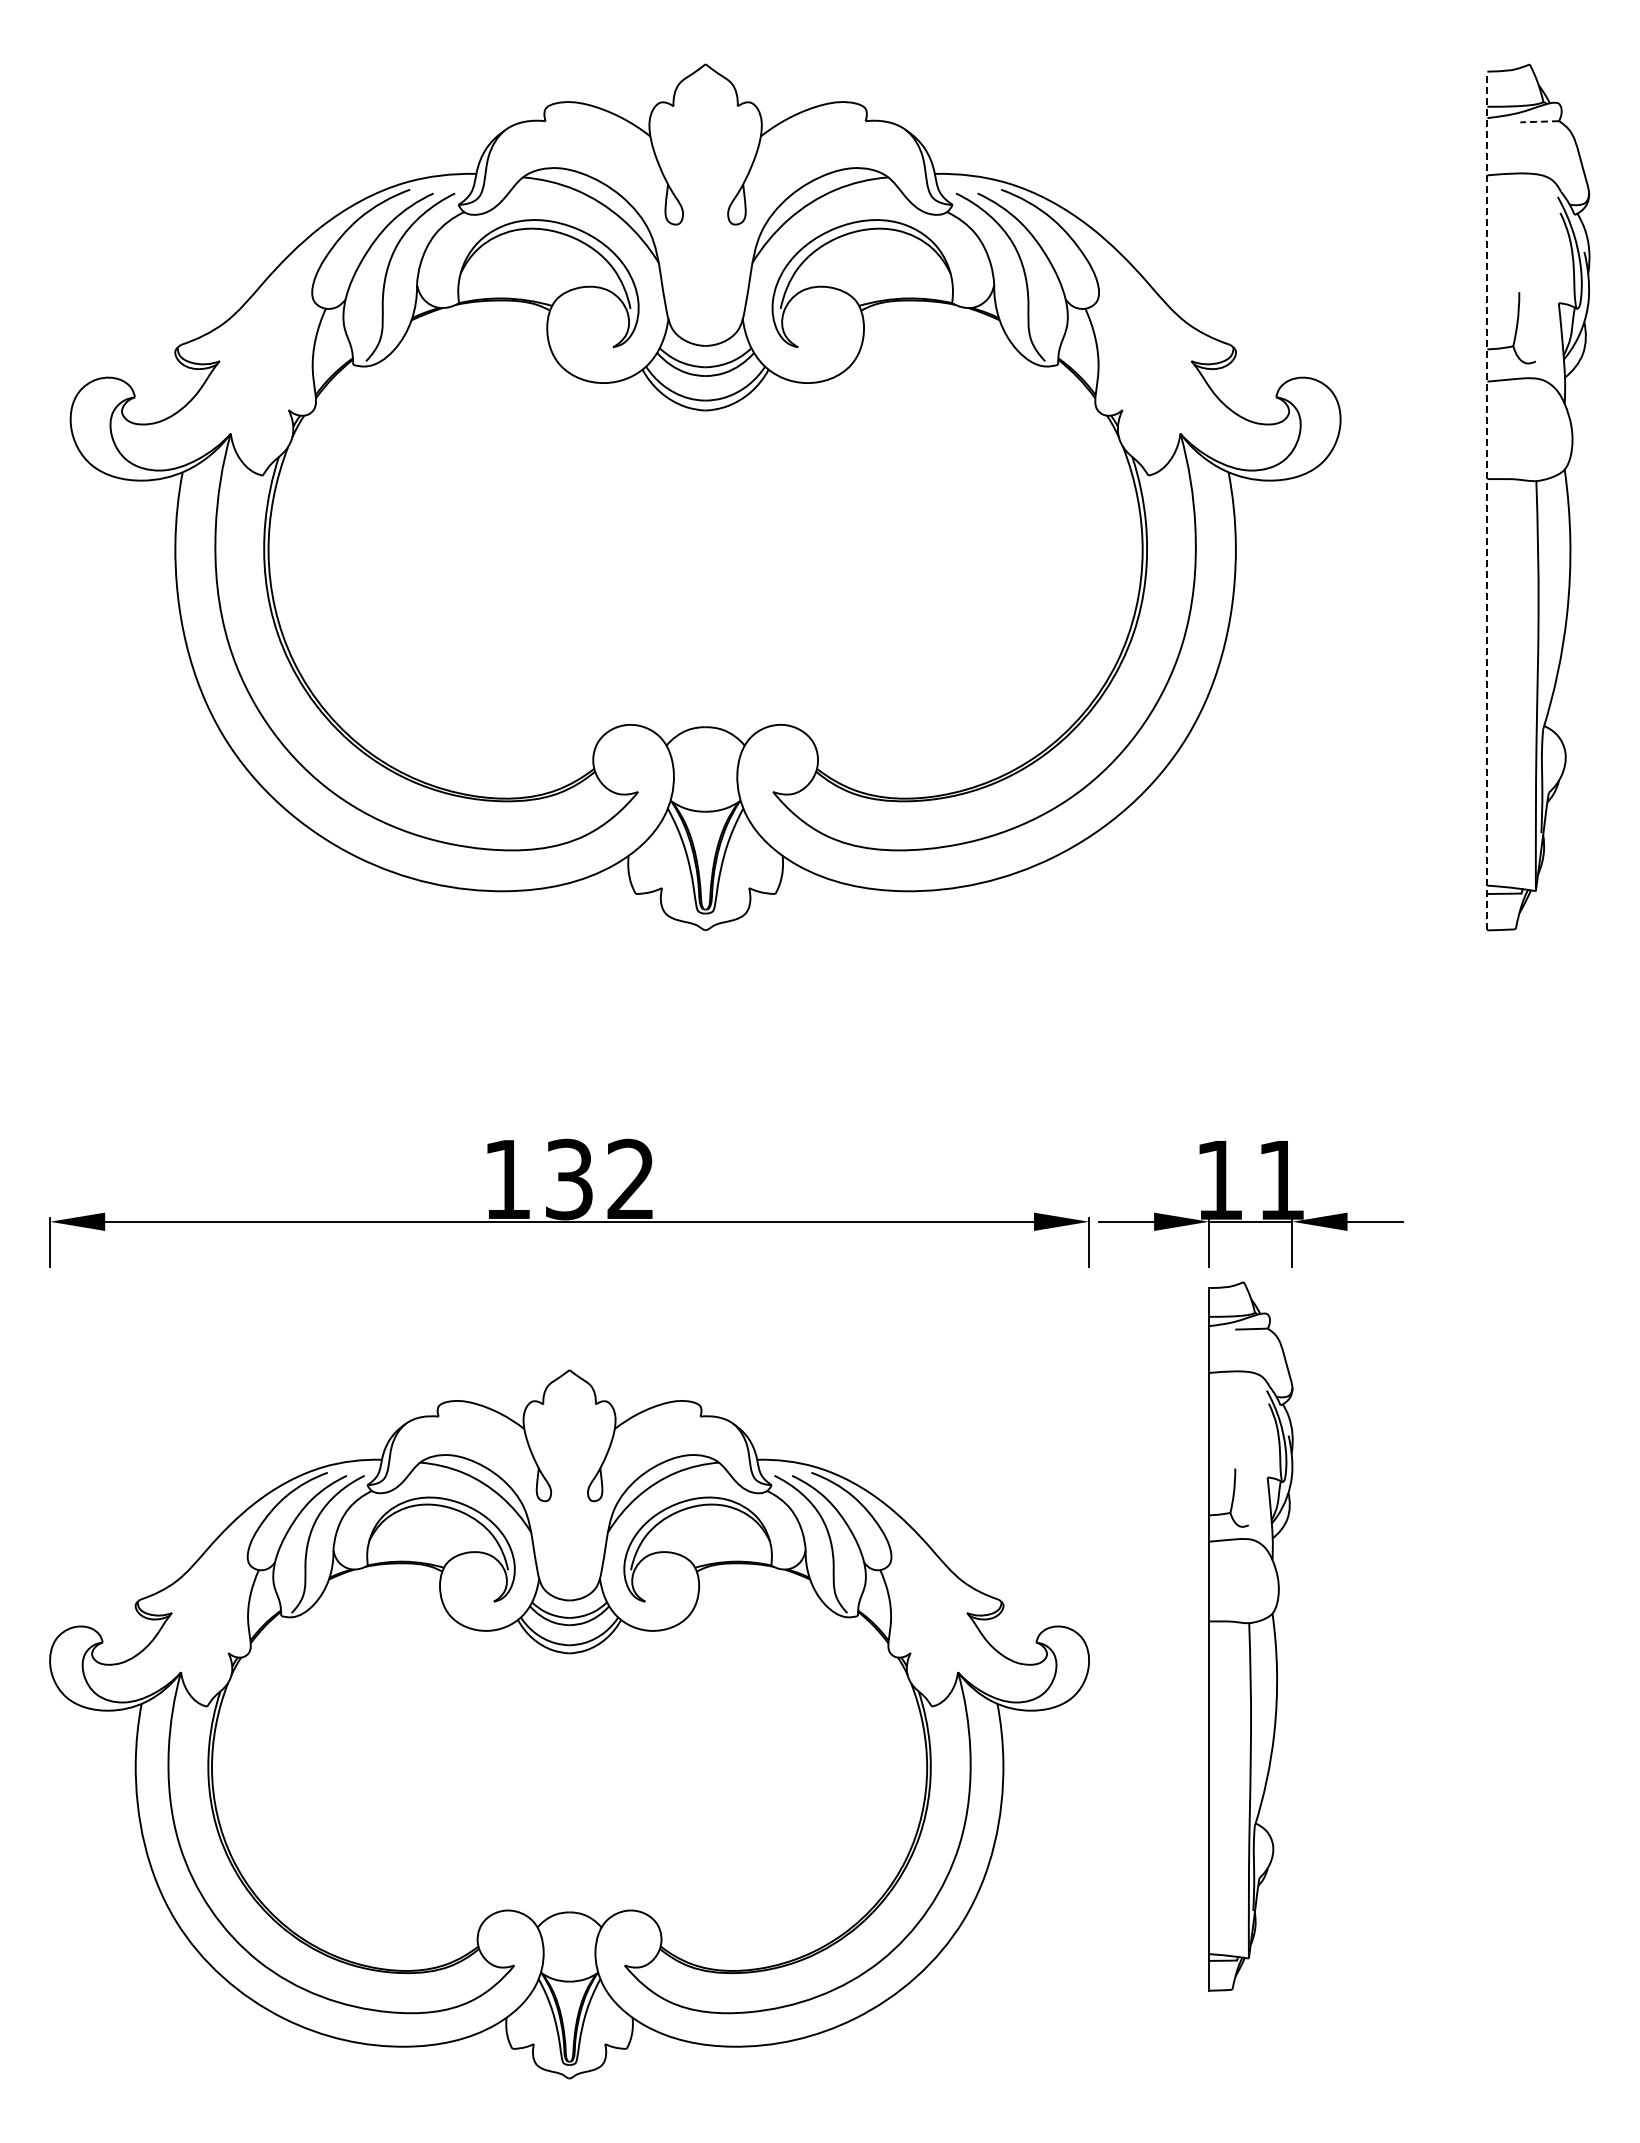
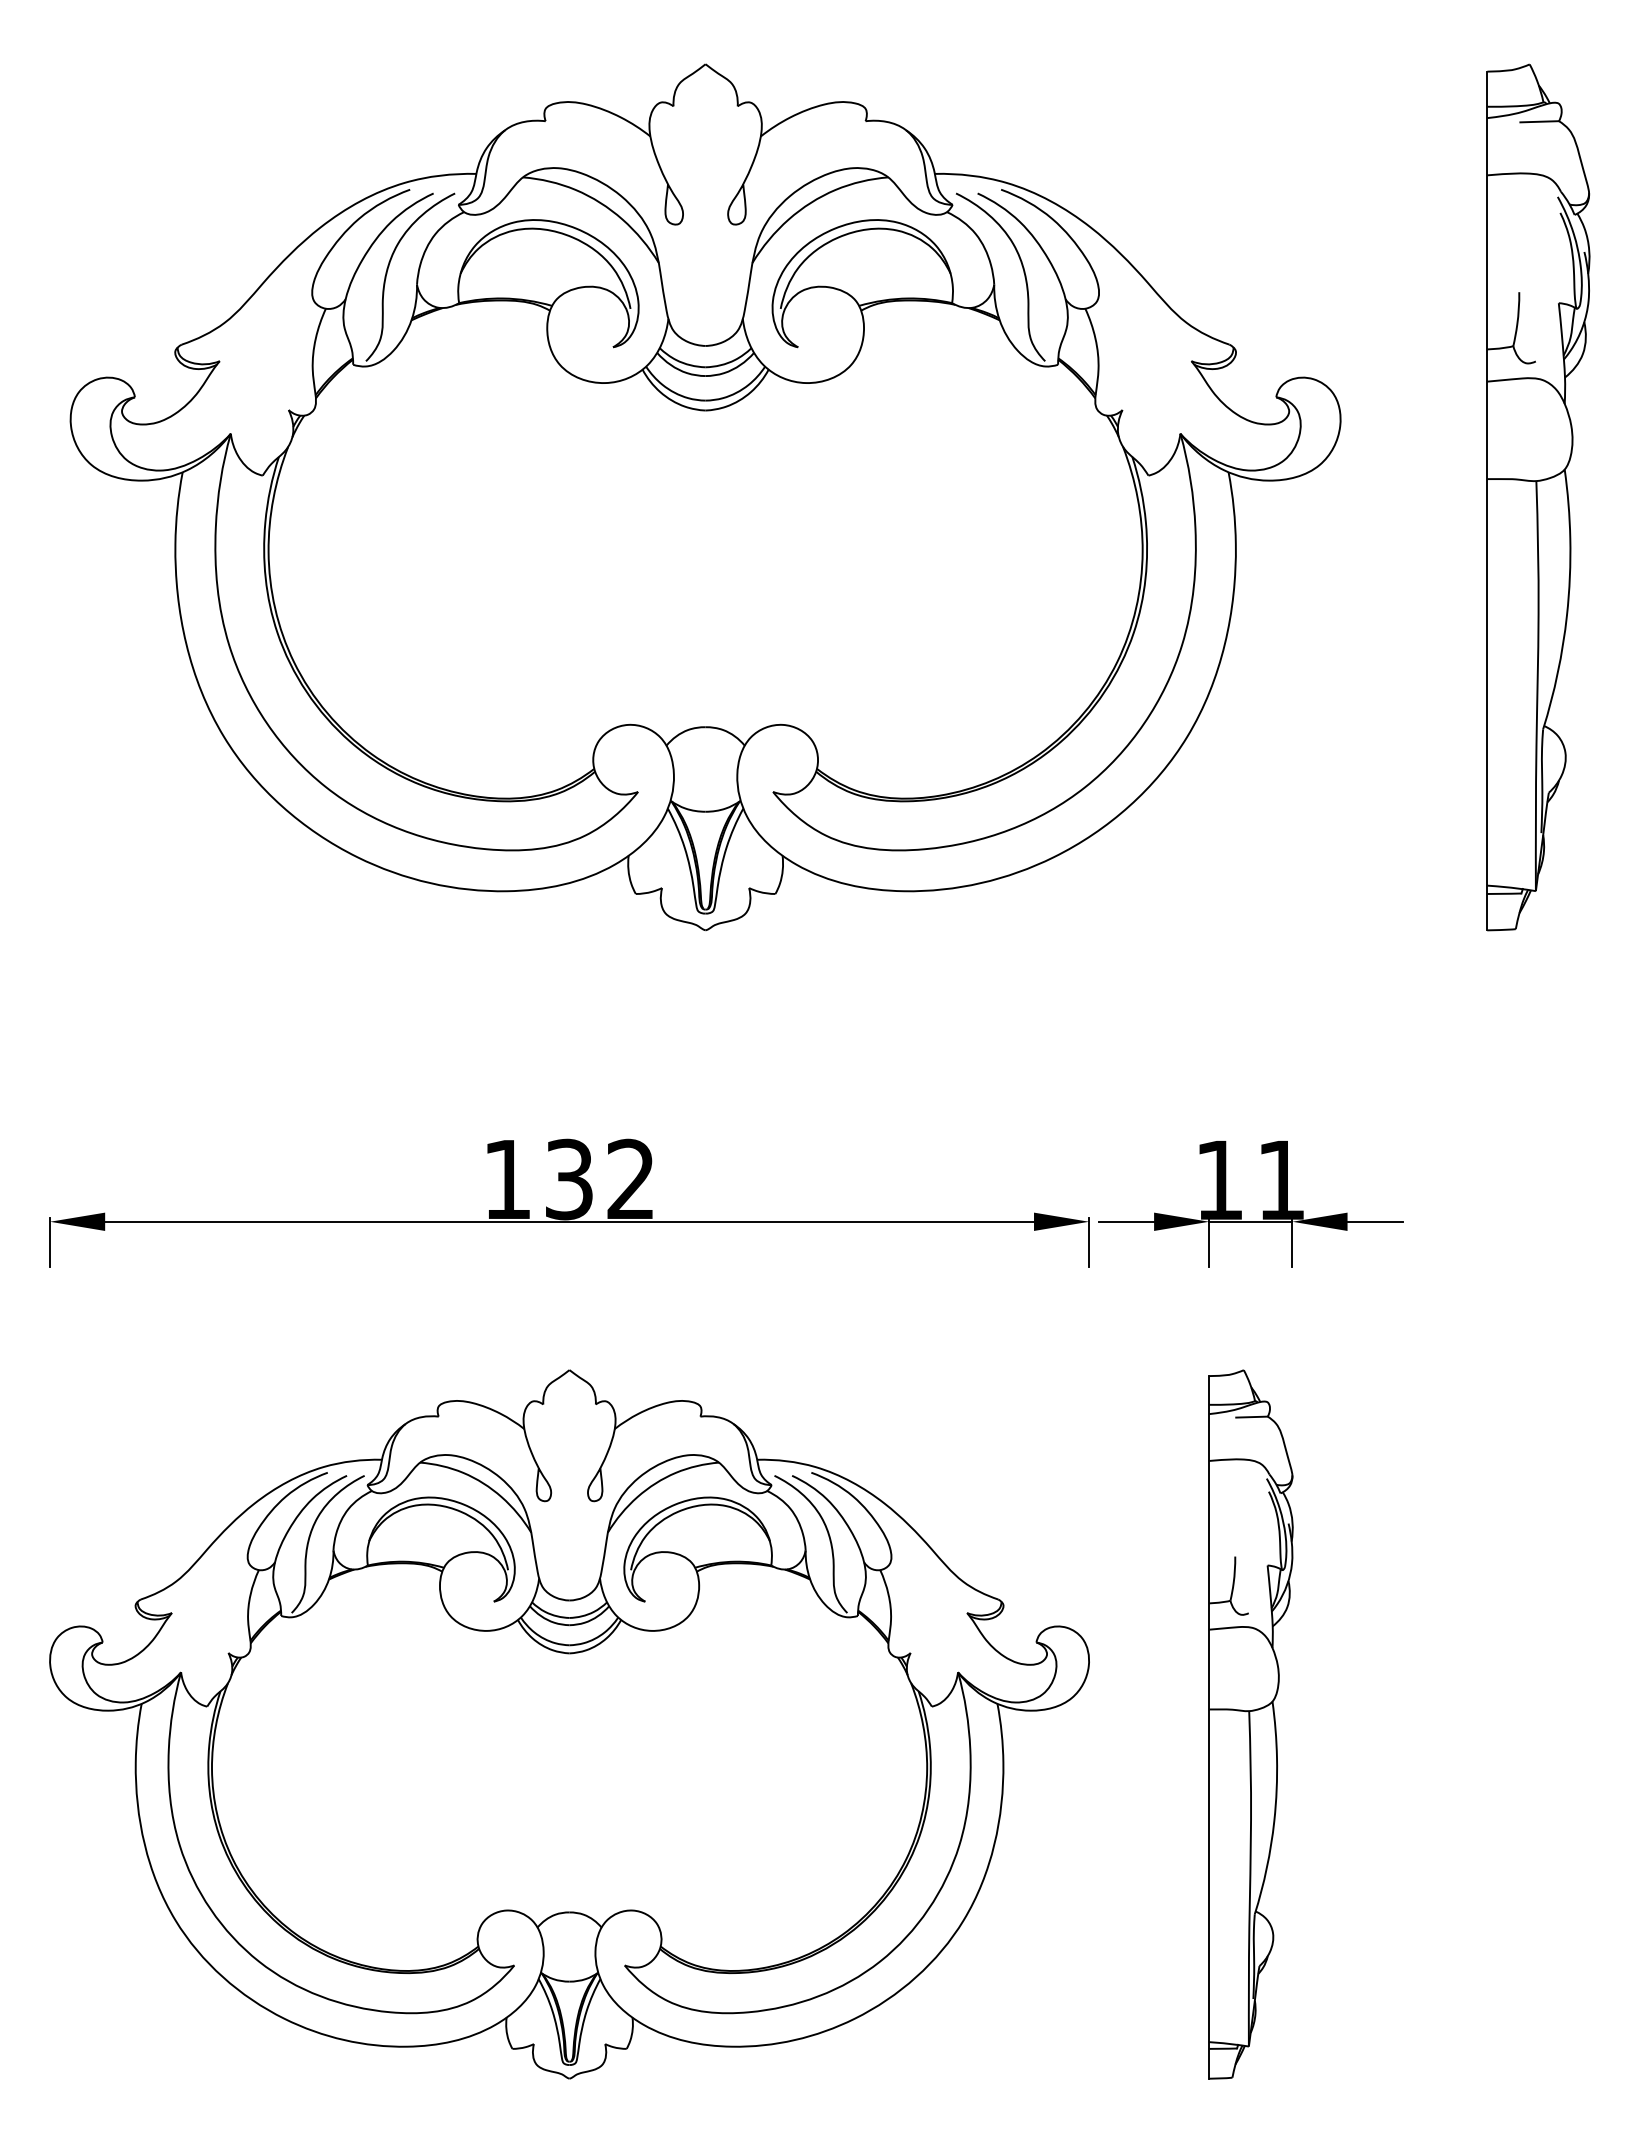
line at (1539, 121): dashed -> solid
line at (1487, 500): dashed -> solid
part at (1250, 1636) position: (1250, 1636) -> (1250, 1724)
